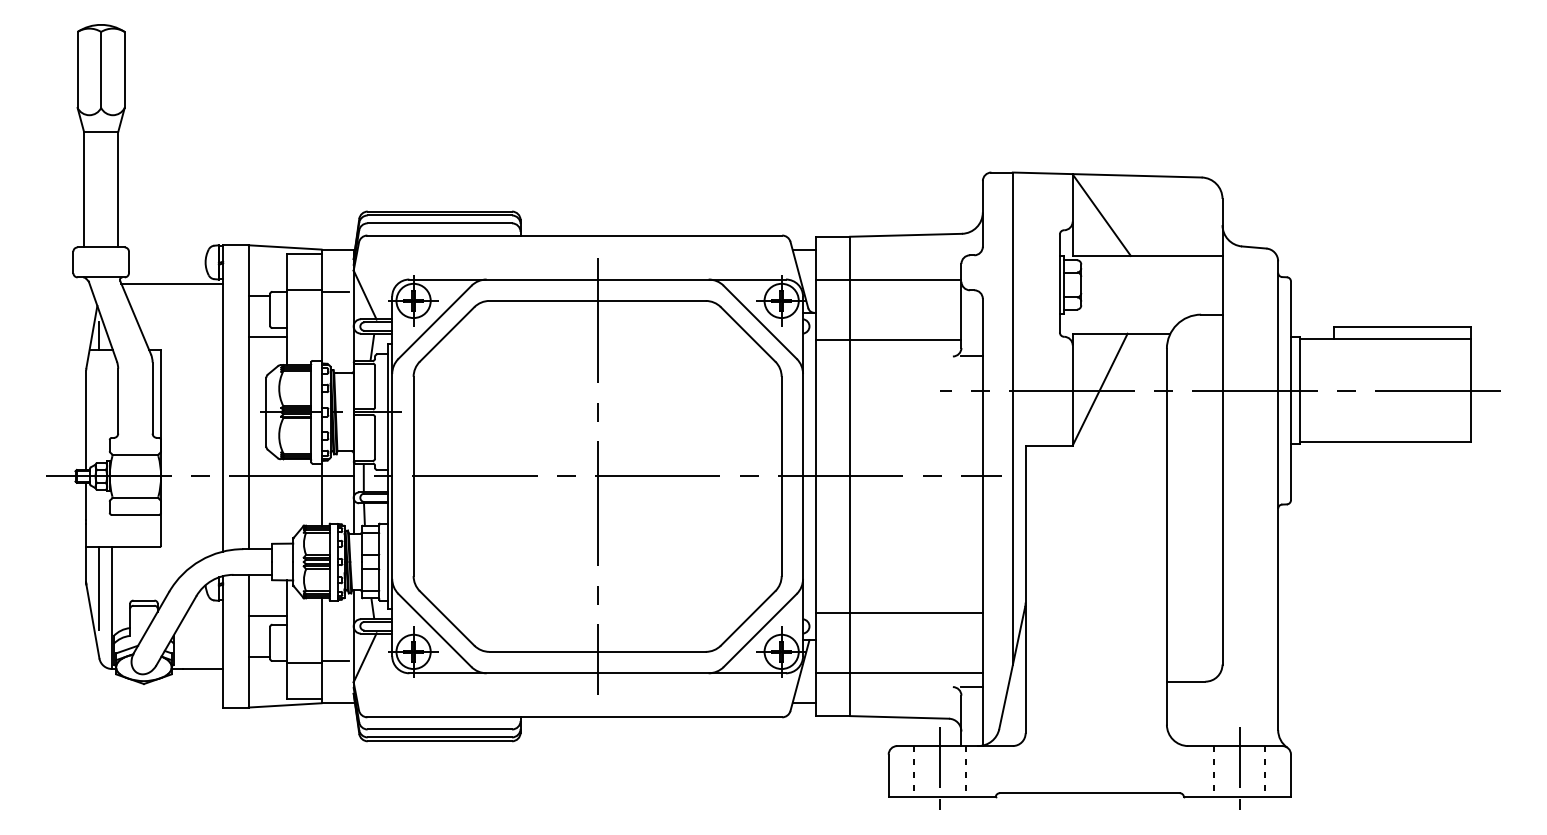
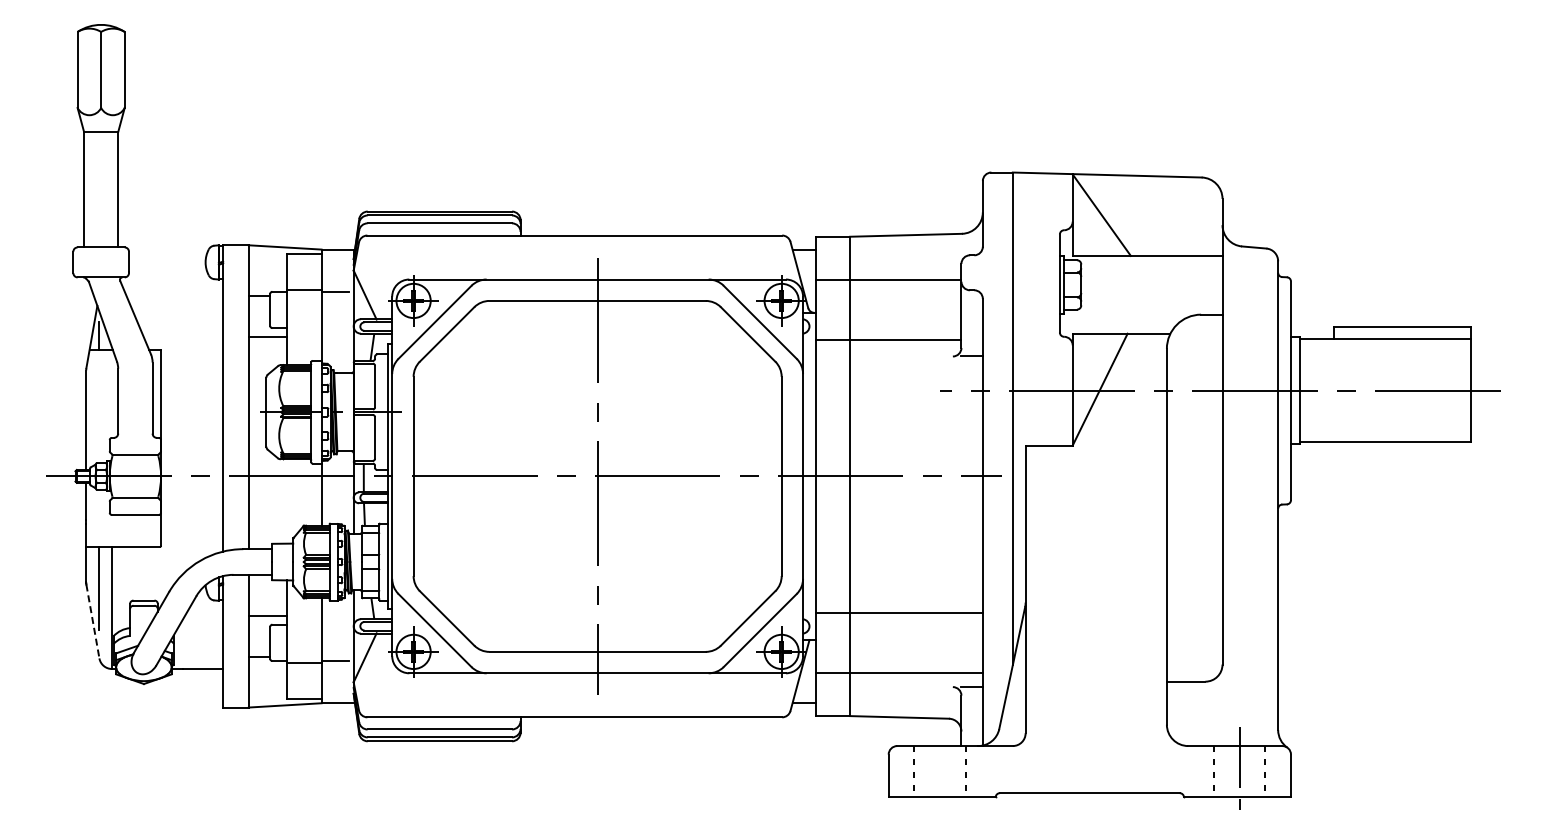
line at (172, 283): present -> none
line at (92, 621): solid -> dashed
line at (940, 769): present -> none
